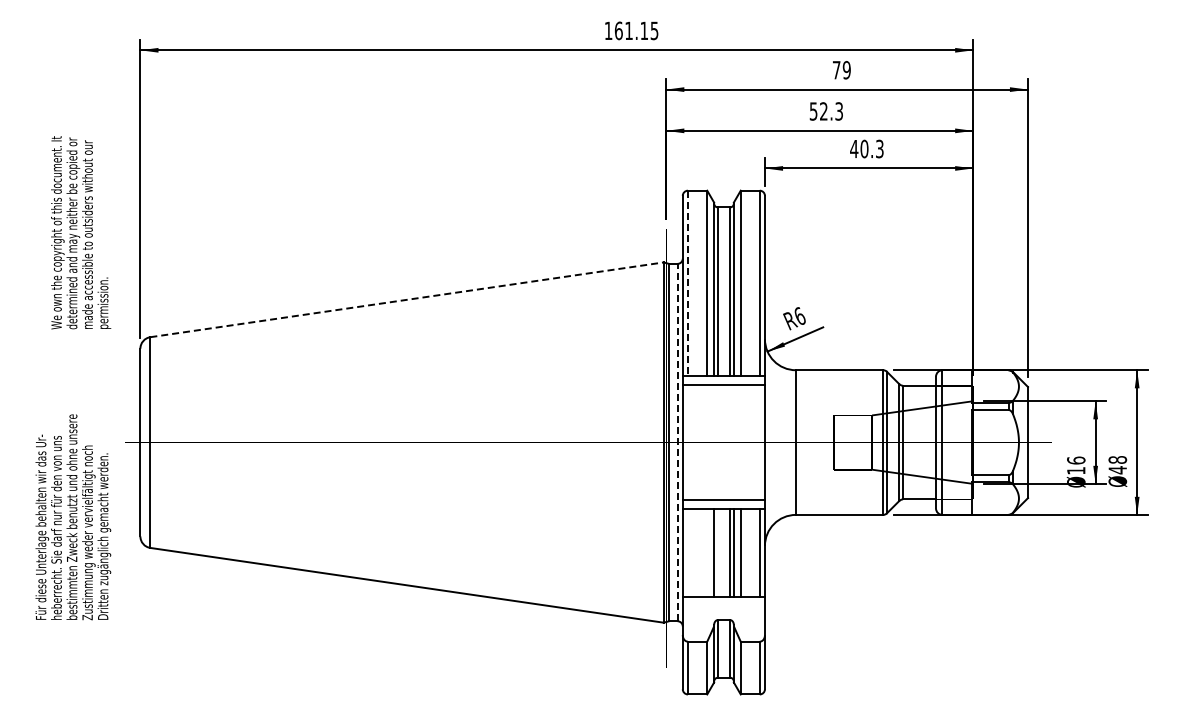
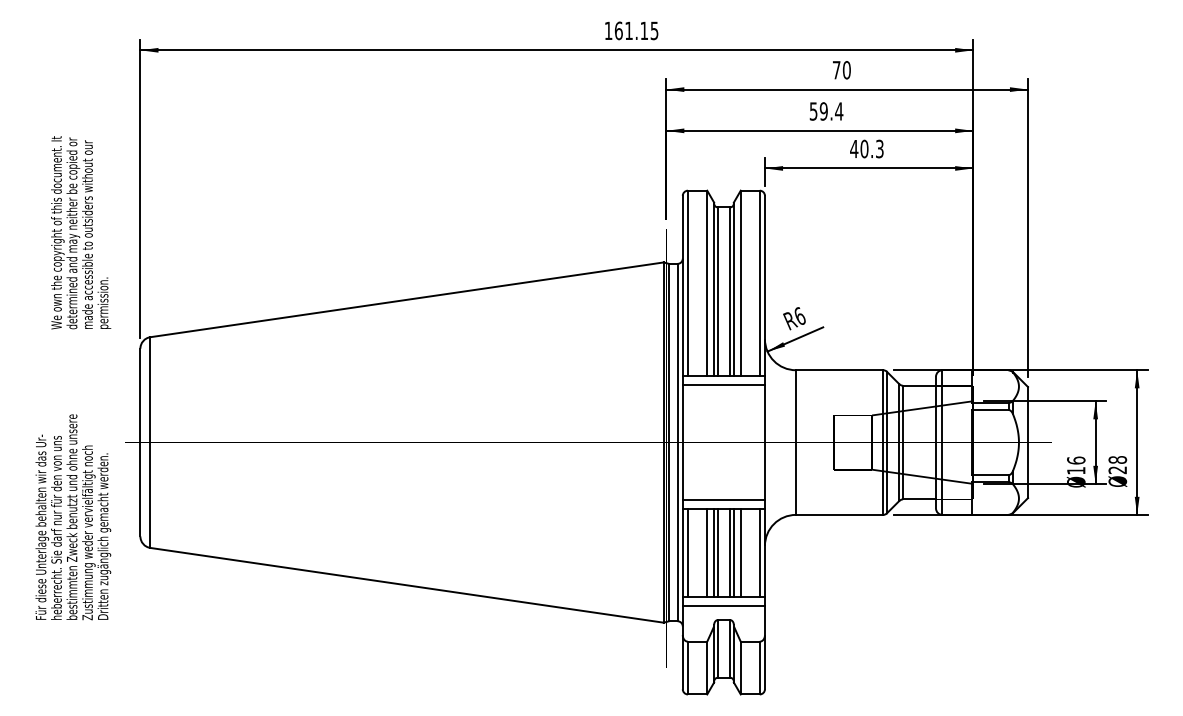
text at (846, 70): 79 -> 70
text at (831, 111): 52.3 -> 59.4
line at (687, 283): dashed -> solid
line at (407, 299): dashed -> solid
line at (677, 442): dashed -> solid
text at (1117, 470): 48 -> 28
line at (687, 552): none -> present
line at (707, 552): none -> present
line at (718, 552): none -> present
line at (723, 605): none -> present
